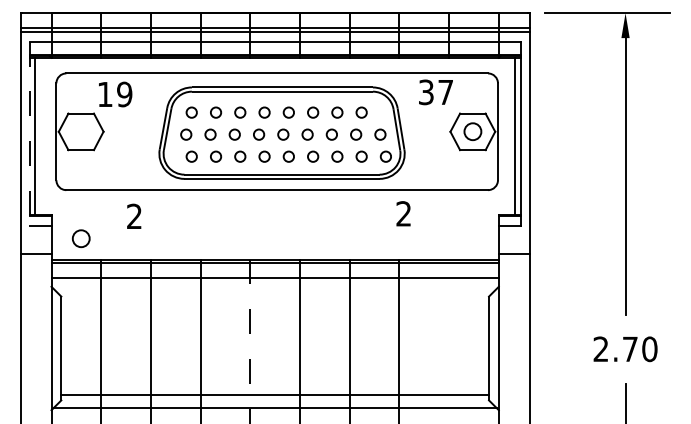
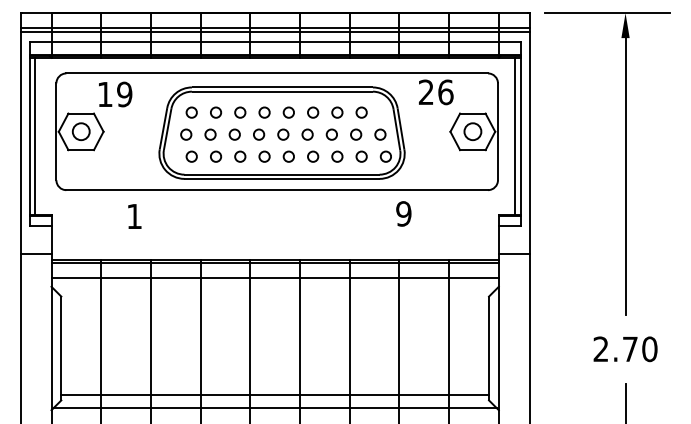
text at (436, 92): 37 -> 26
line at (29, 134): dashed -> solid
text at (403, 213): 2 -> 9
text at (134, 215): 2 -> 1
circle at (80, 238) position: (80, 238) -> (80, 131)
line at (449, 339): none -> present
line at (250, 341): dashed -> solid
